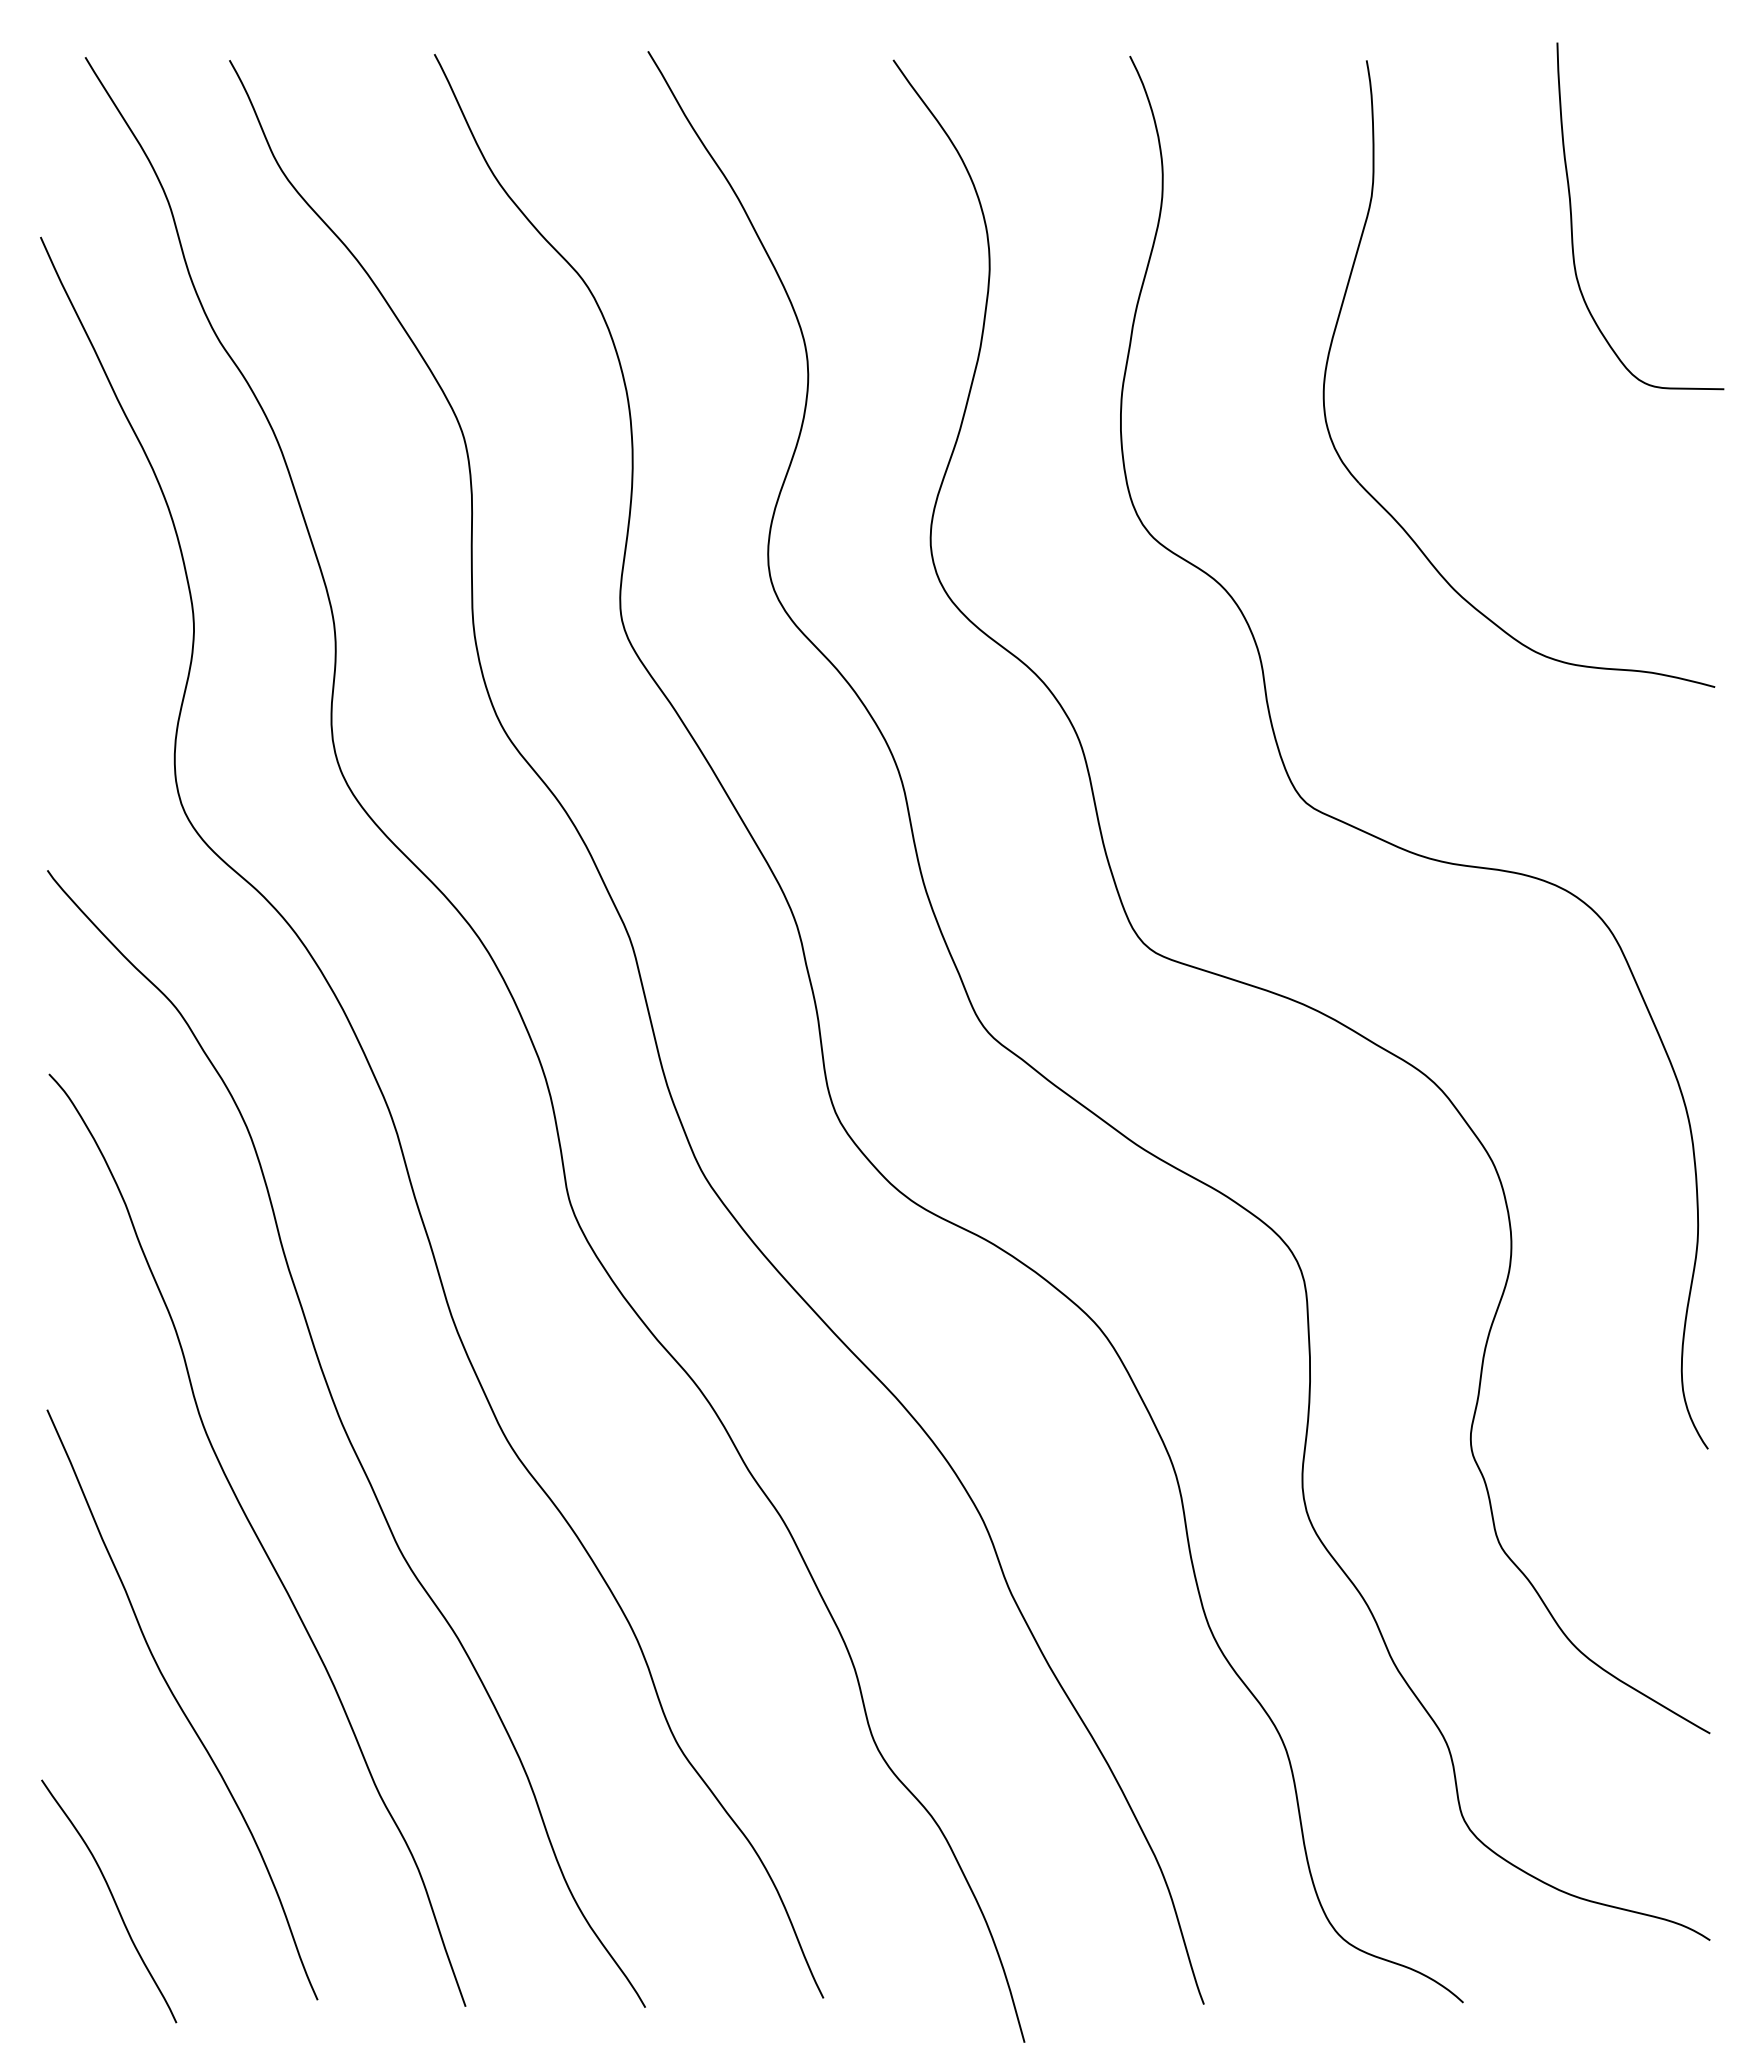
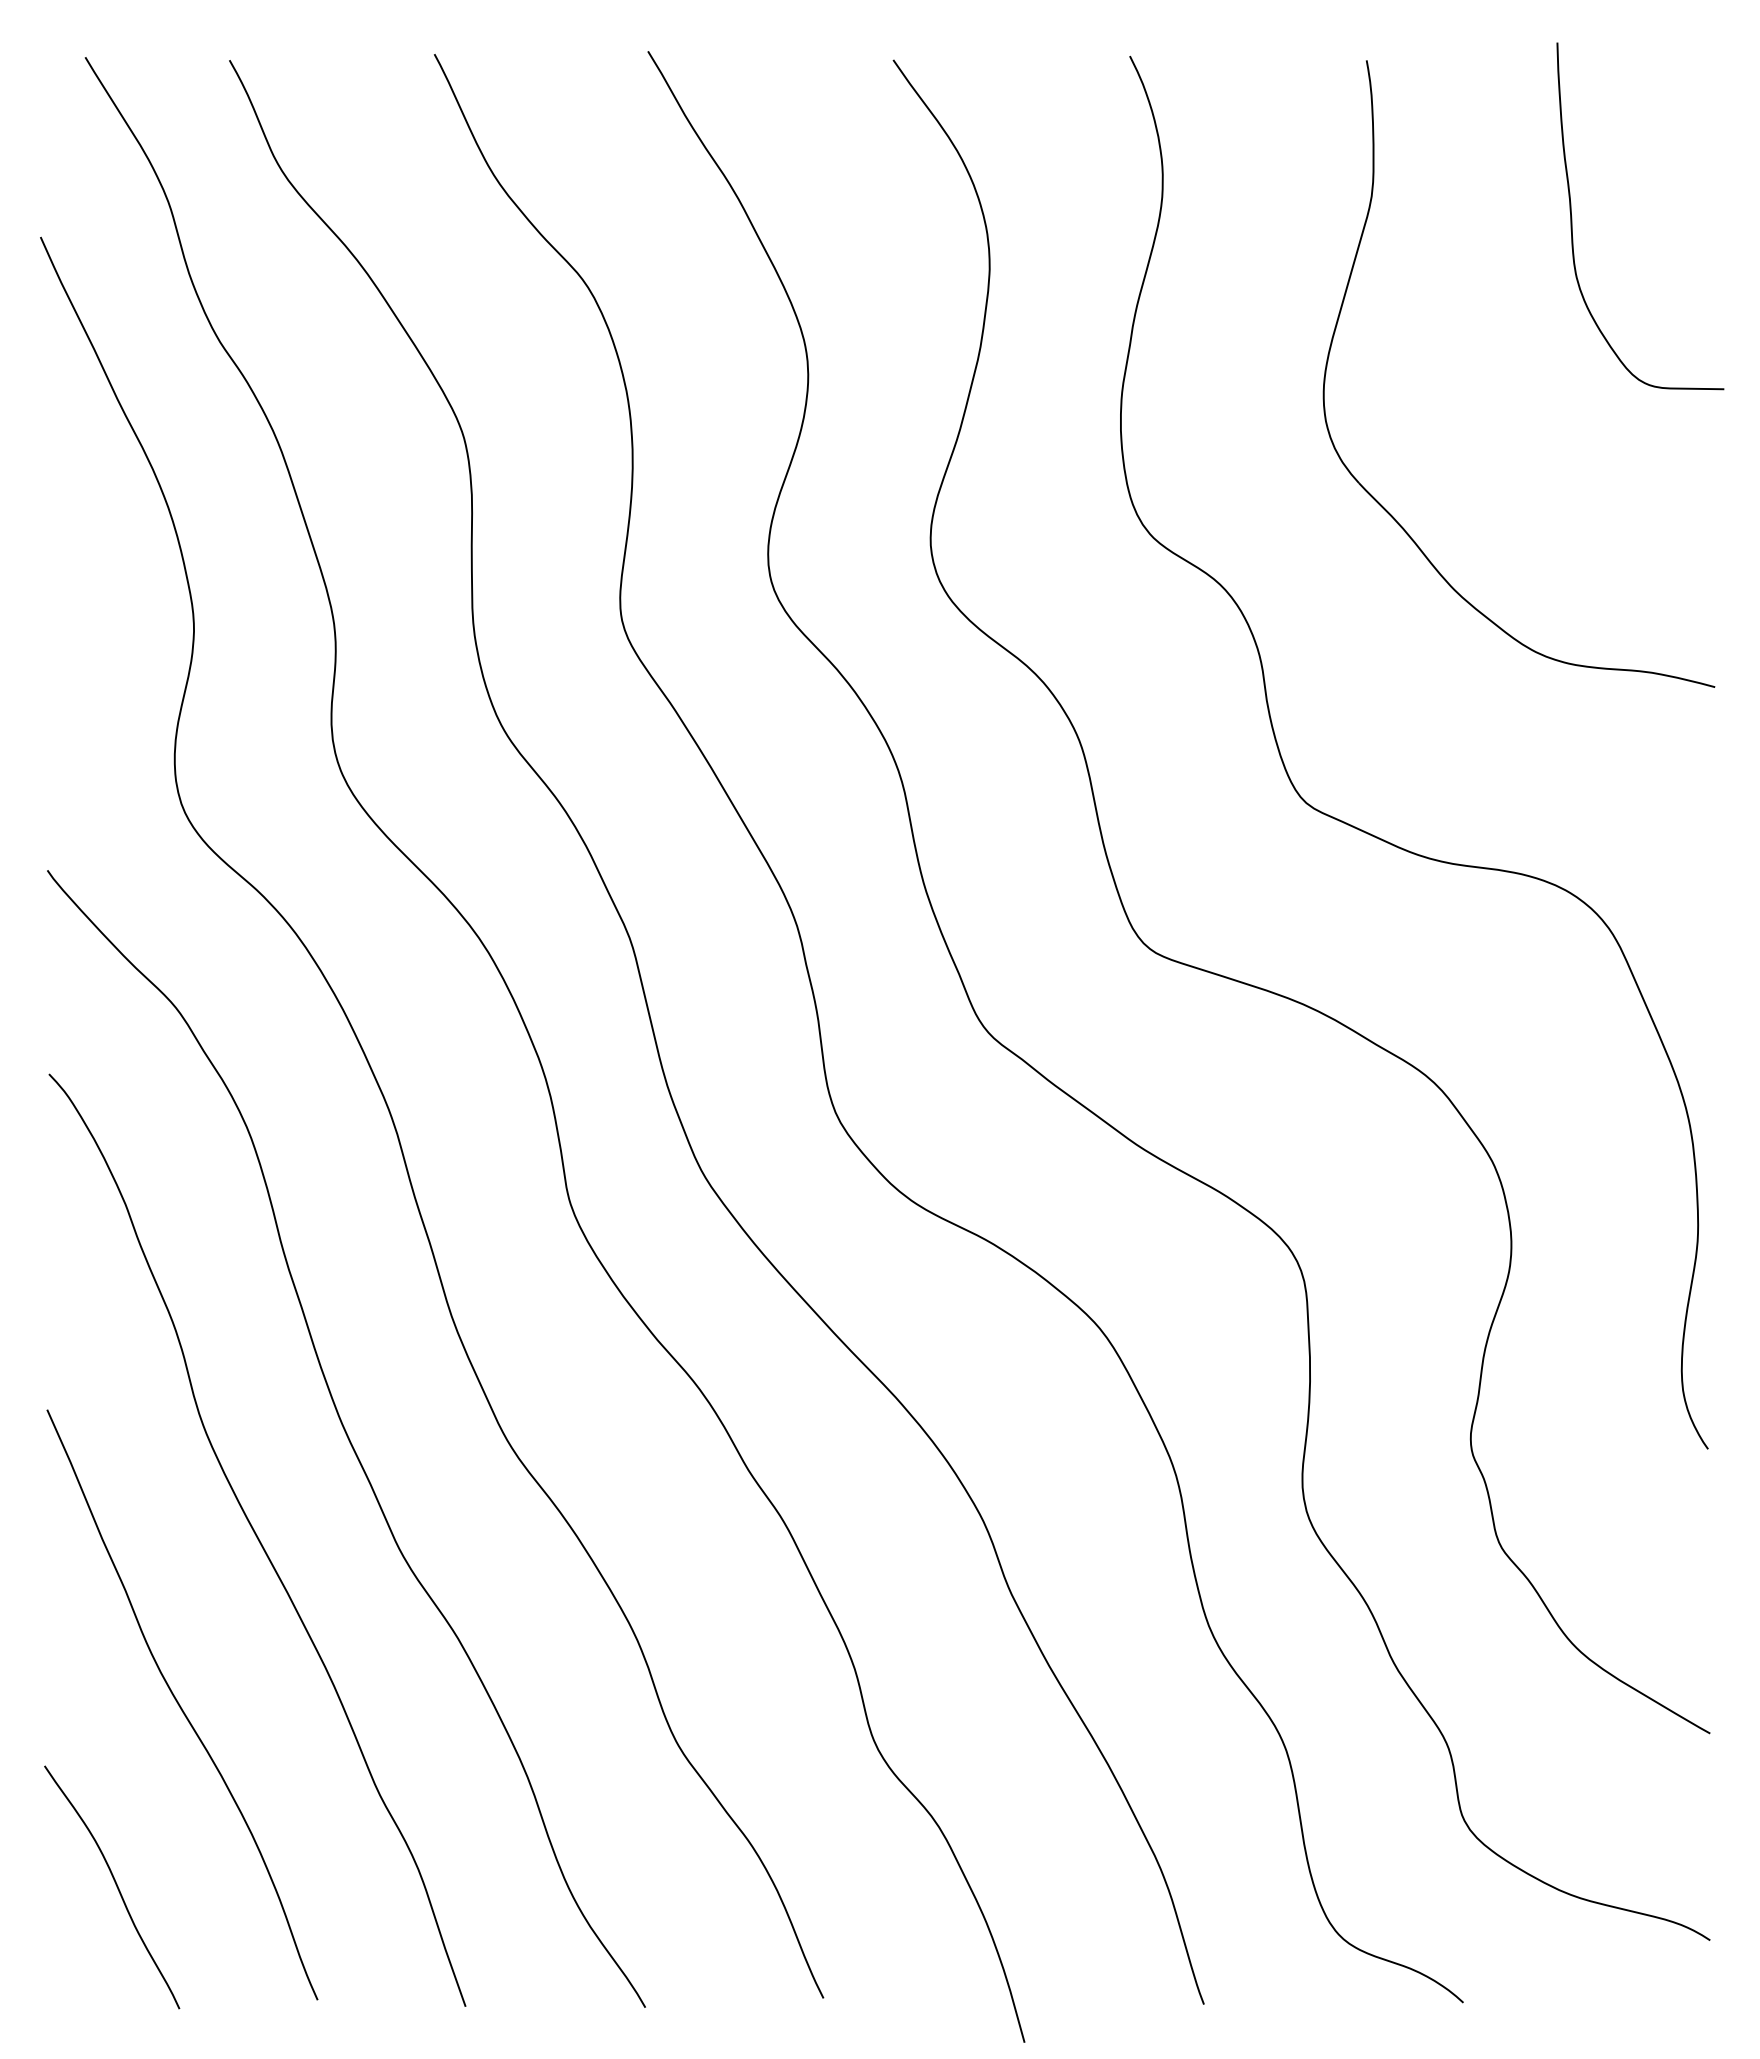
curve at (113, 1901) position: (113, 1901) -> (116, 1887)
